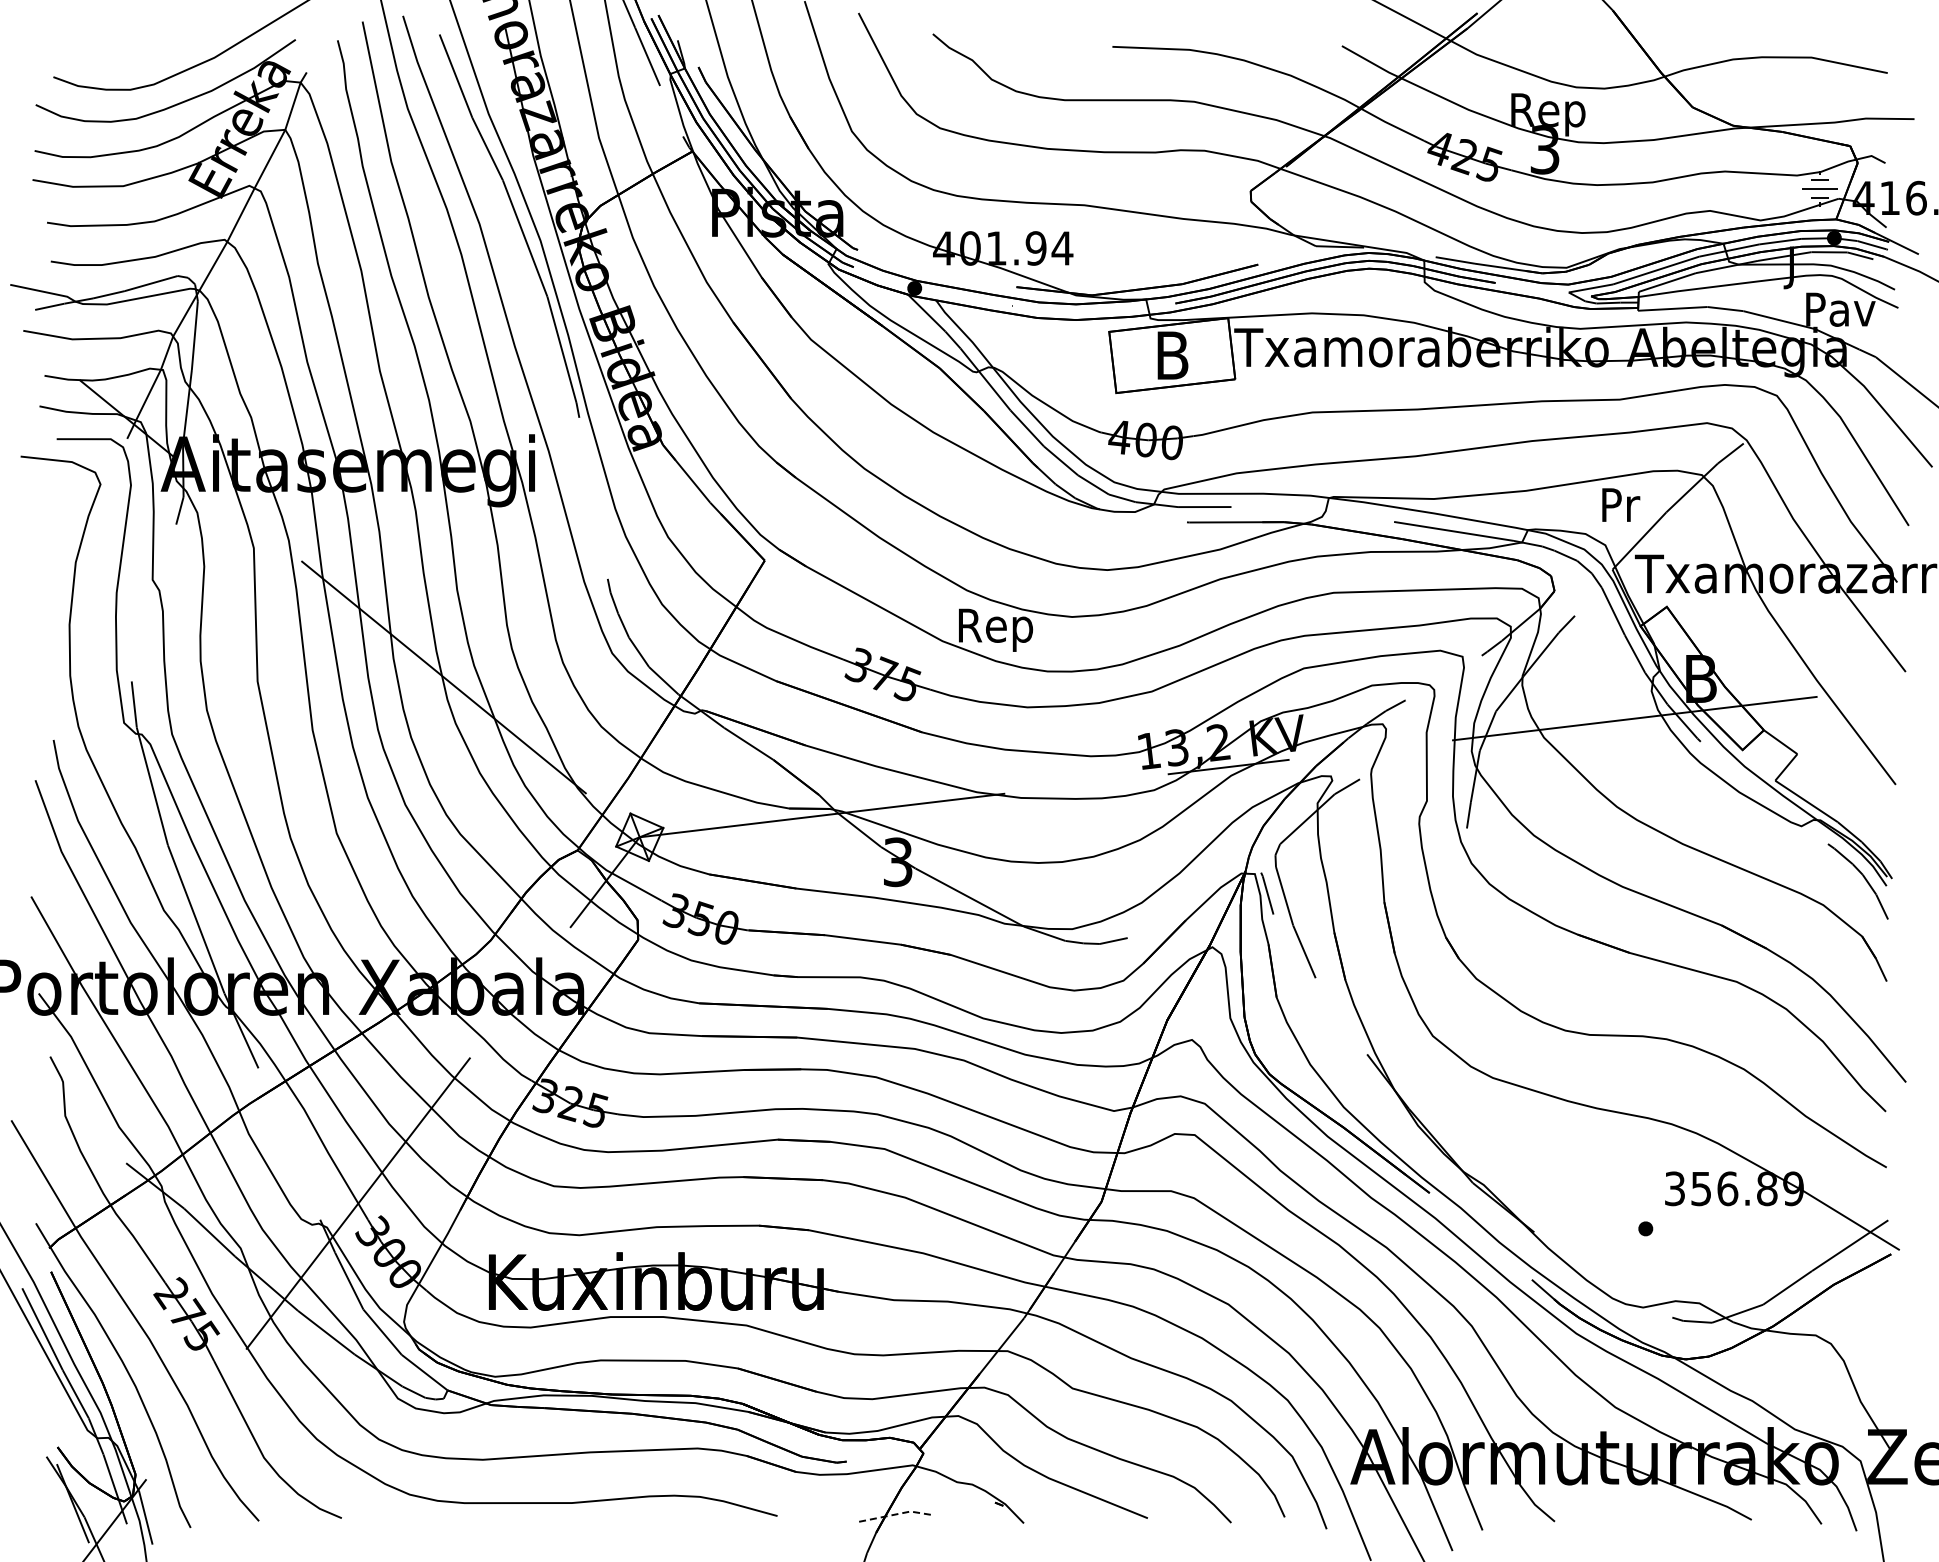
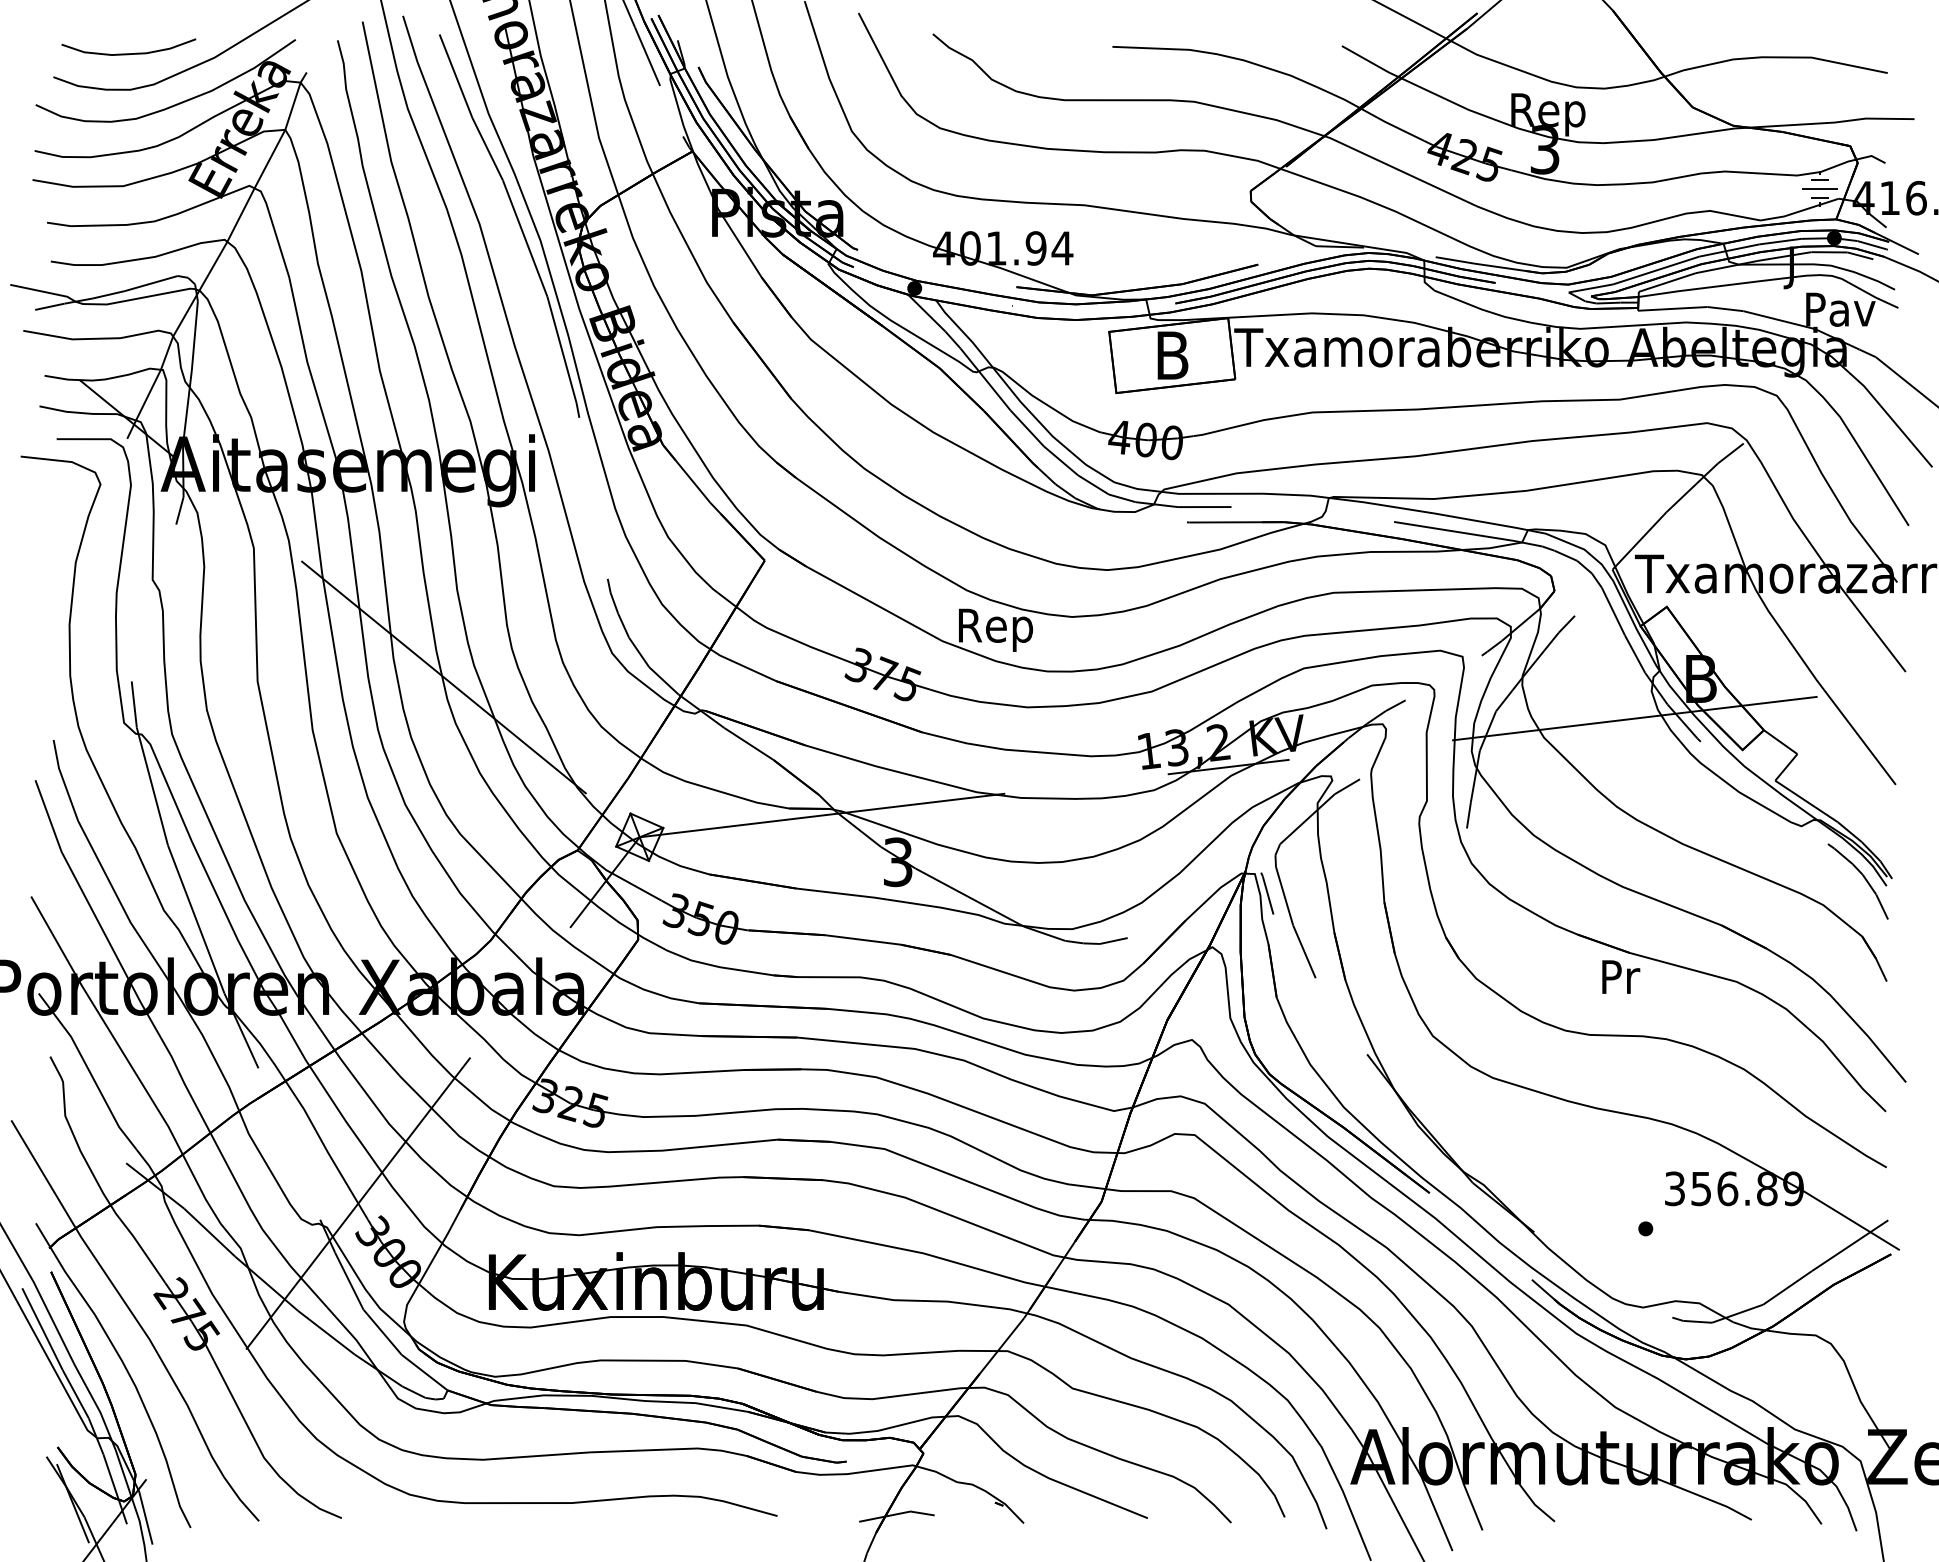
curve at (128, 53): none -> present
text at (1621, 504) position: (1621, 504) -> (1621, 976)
line at (897, 1514): dashed -> solid
